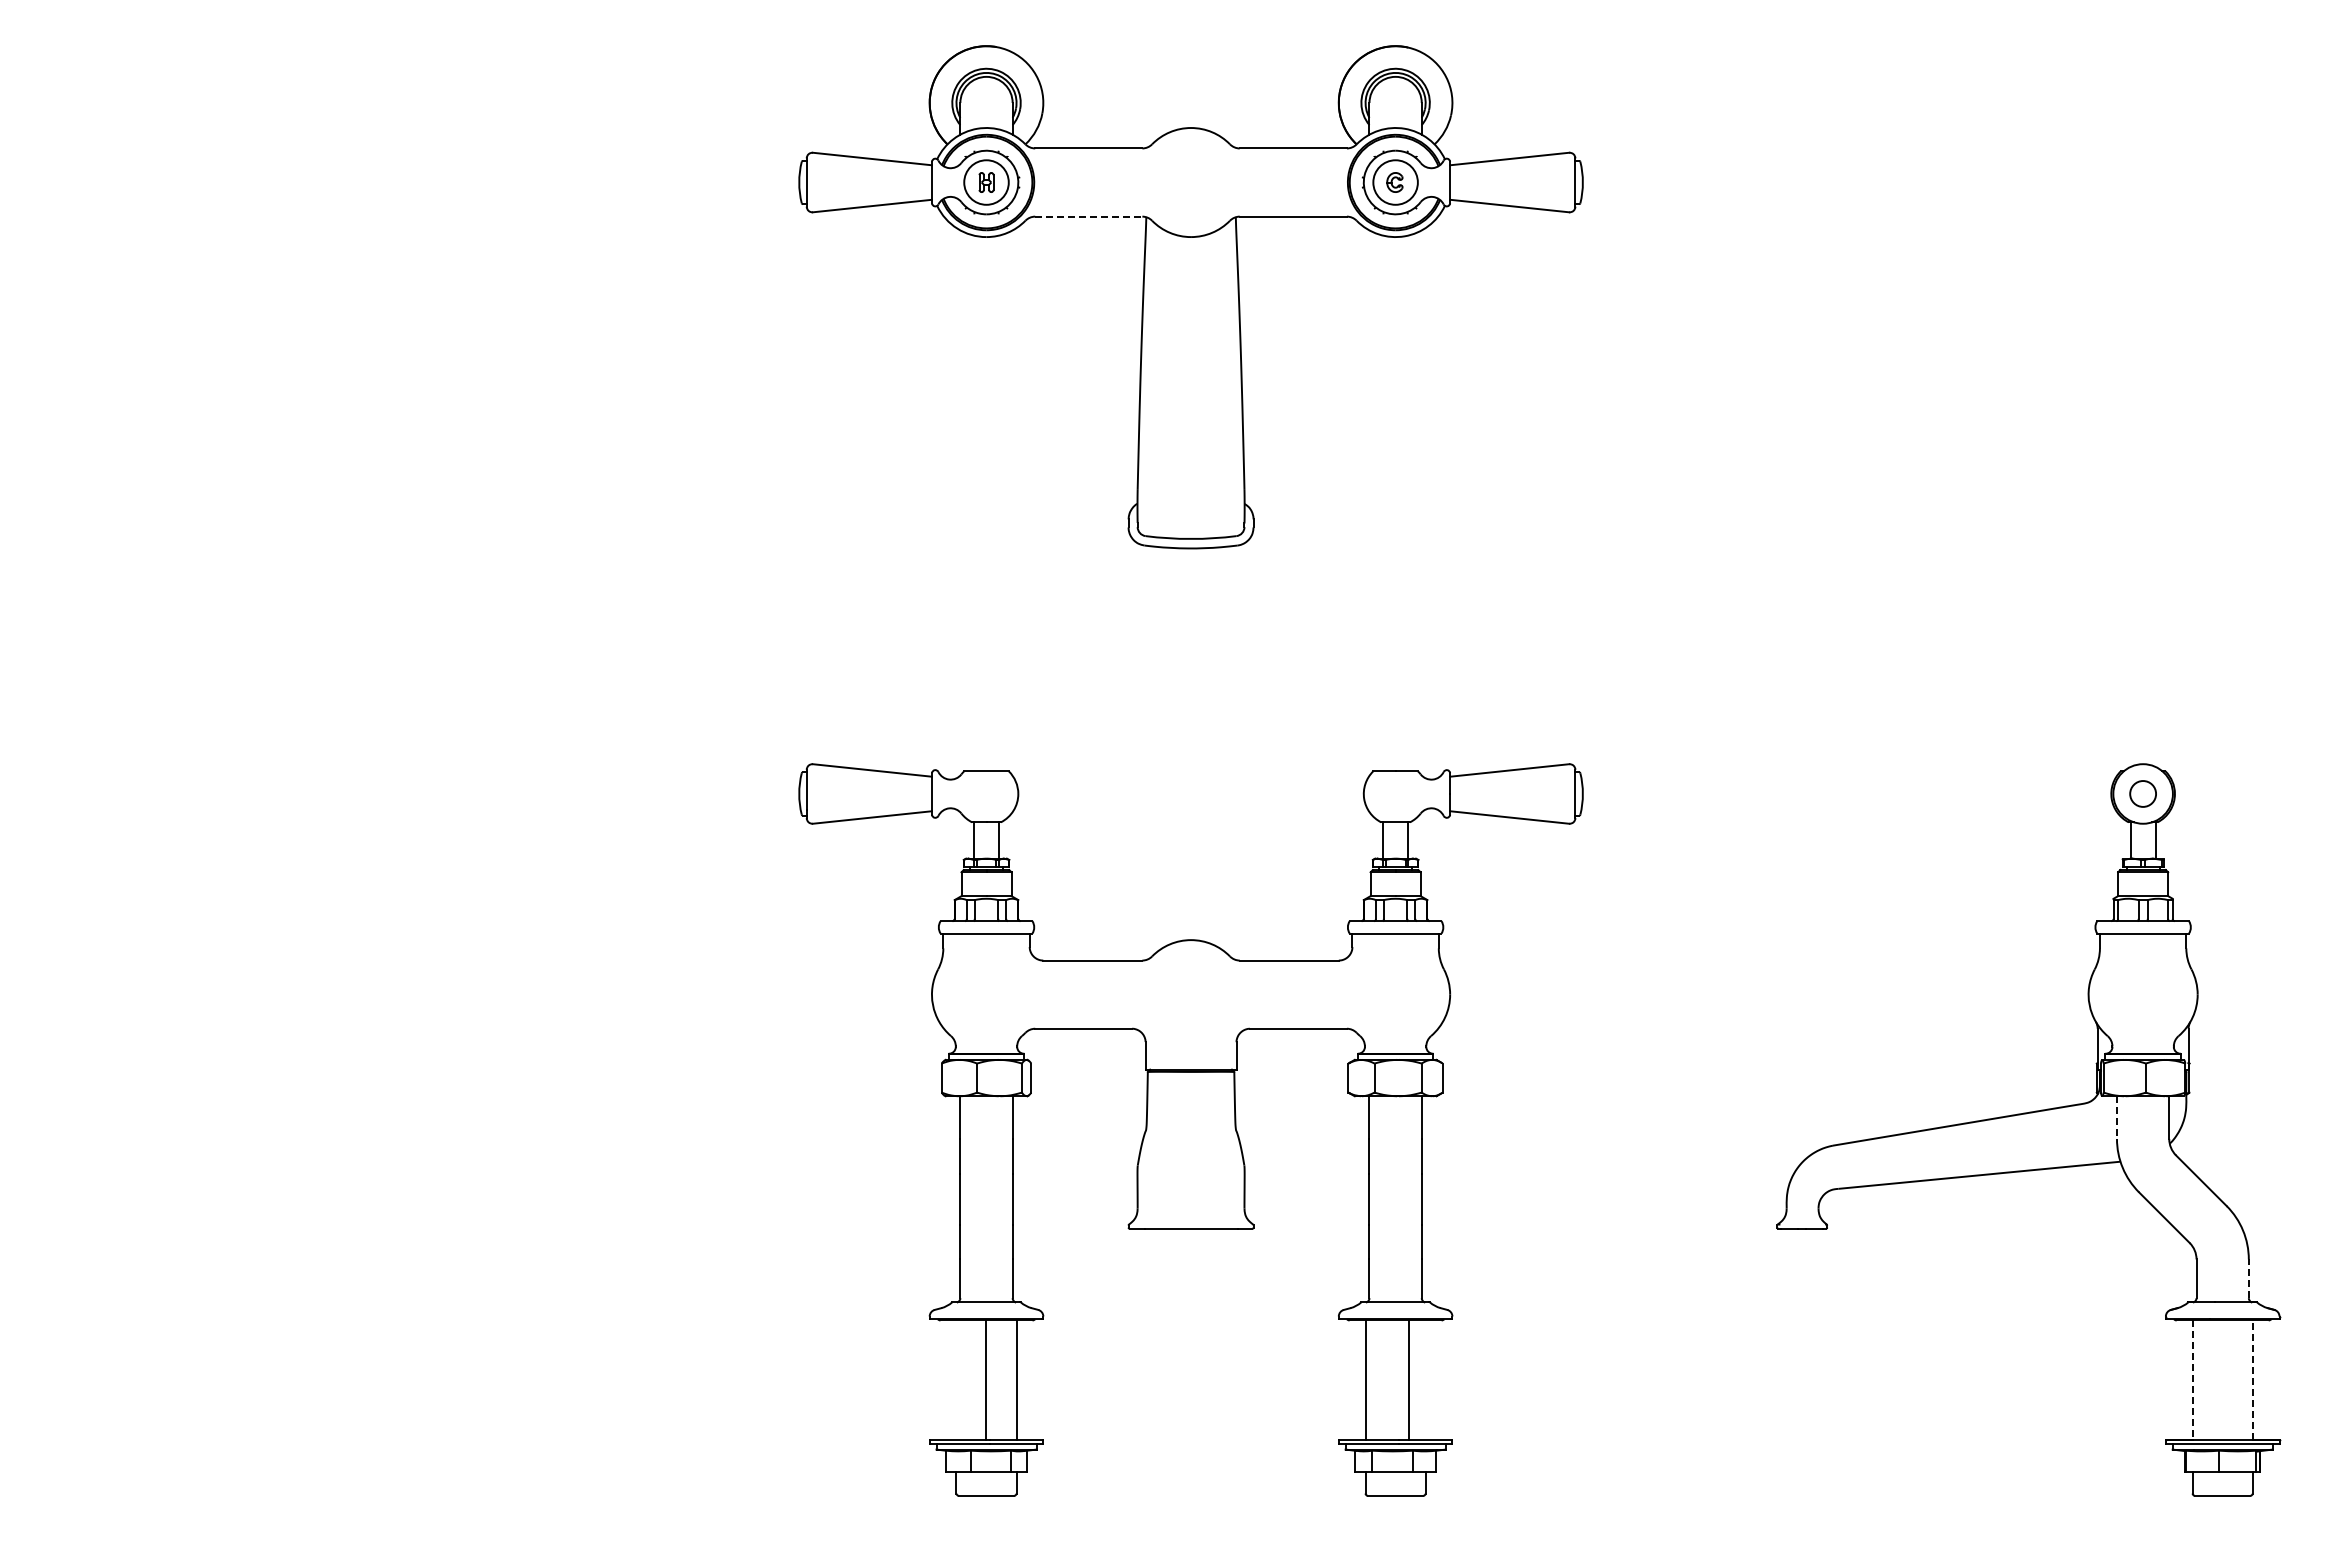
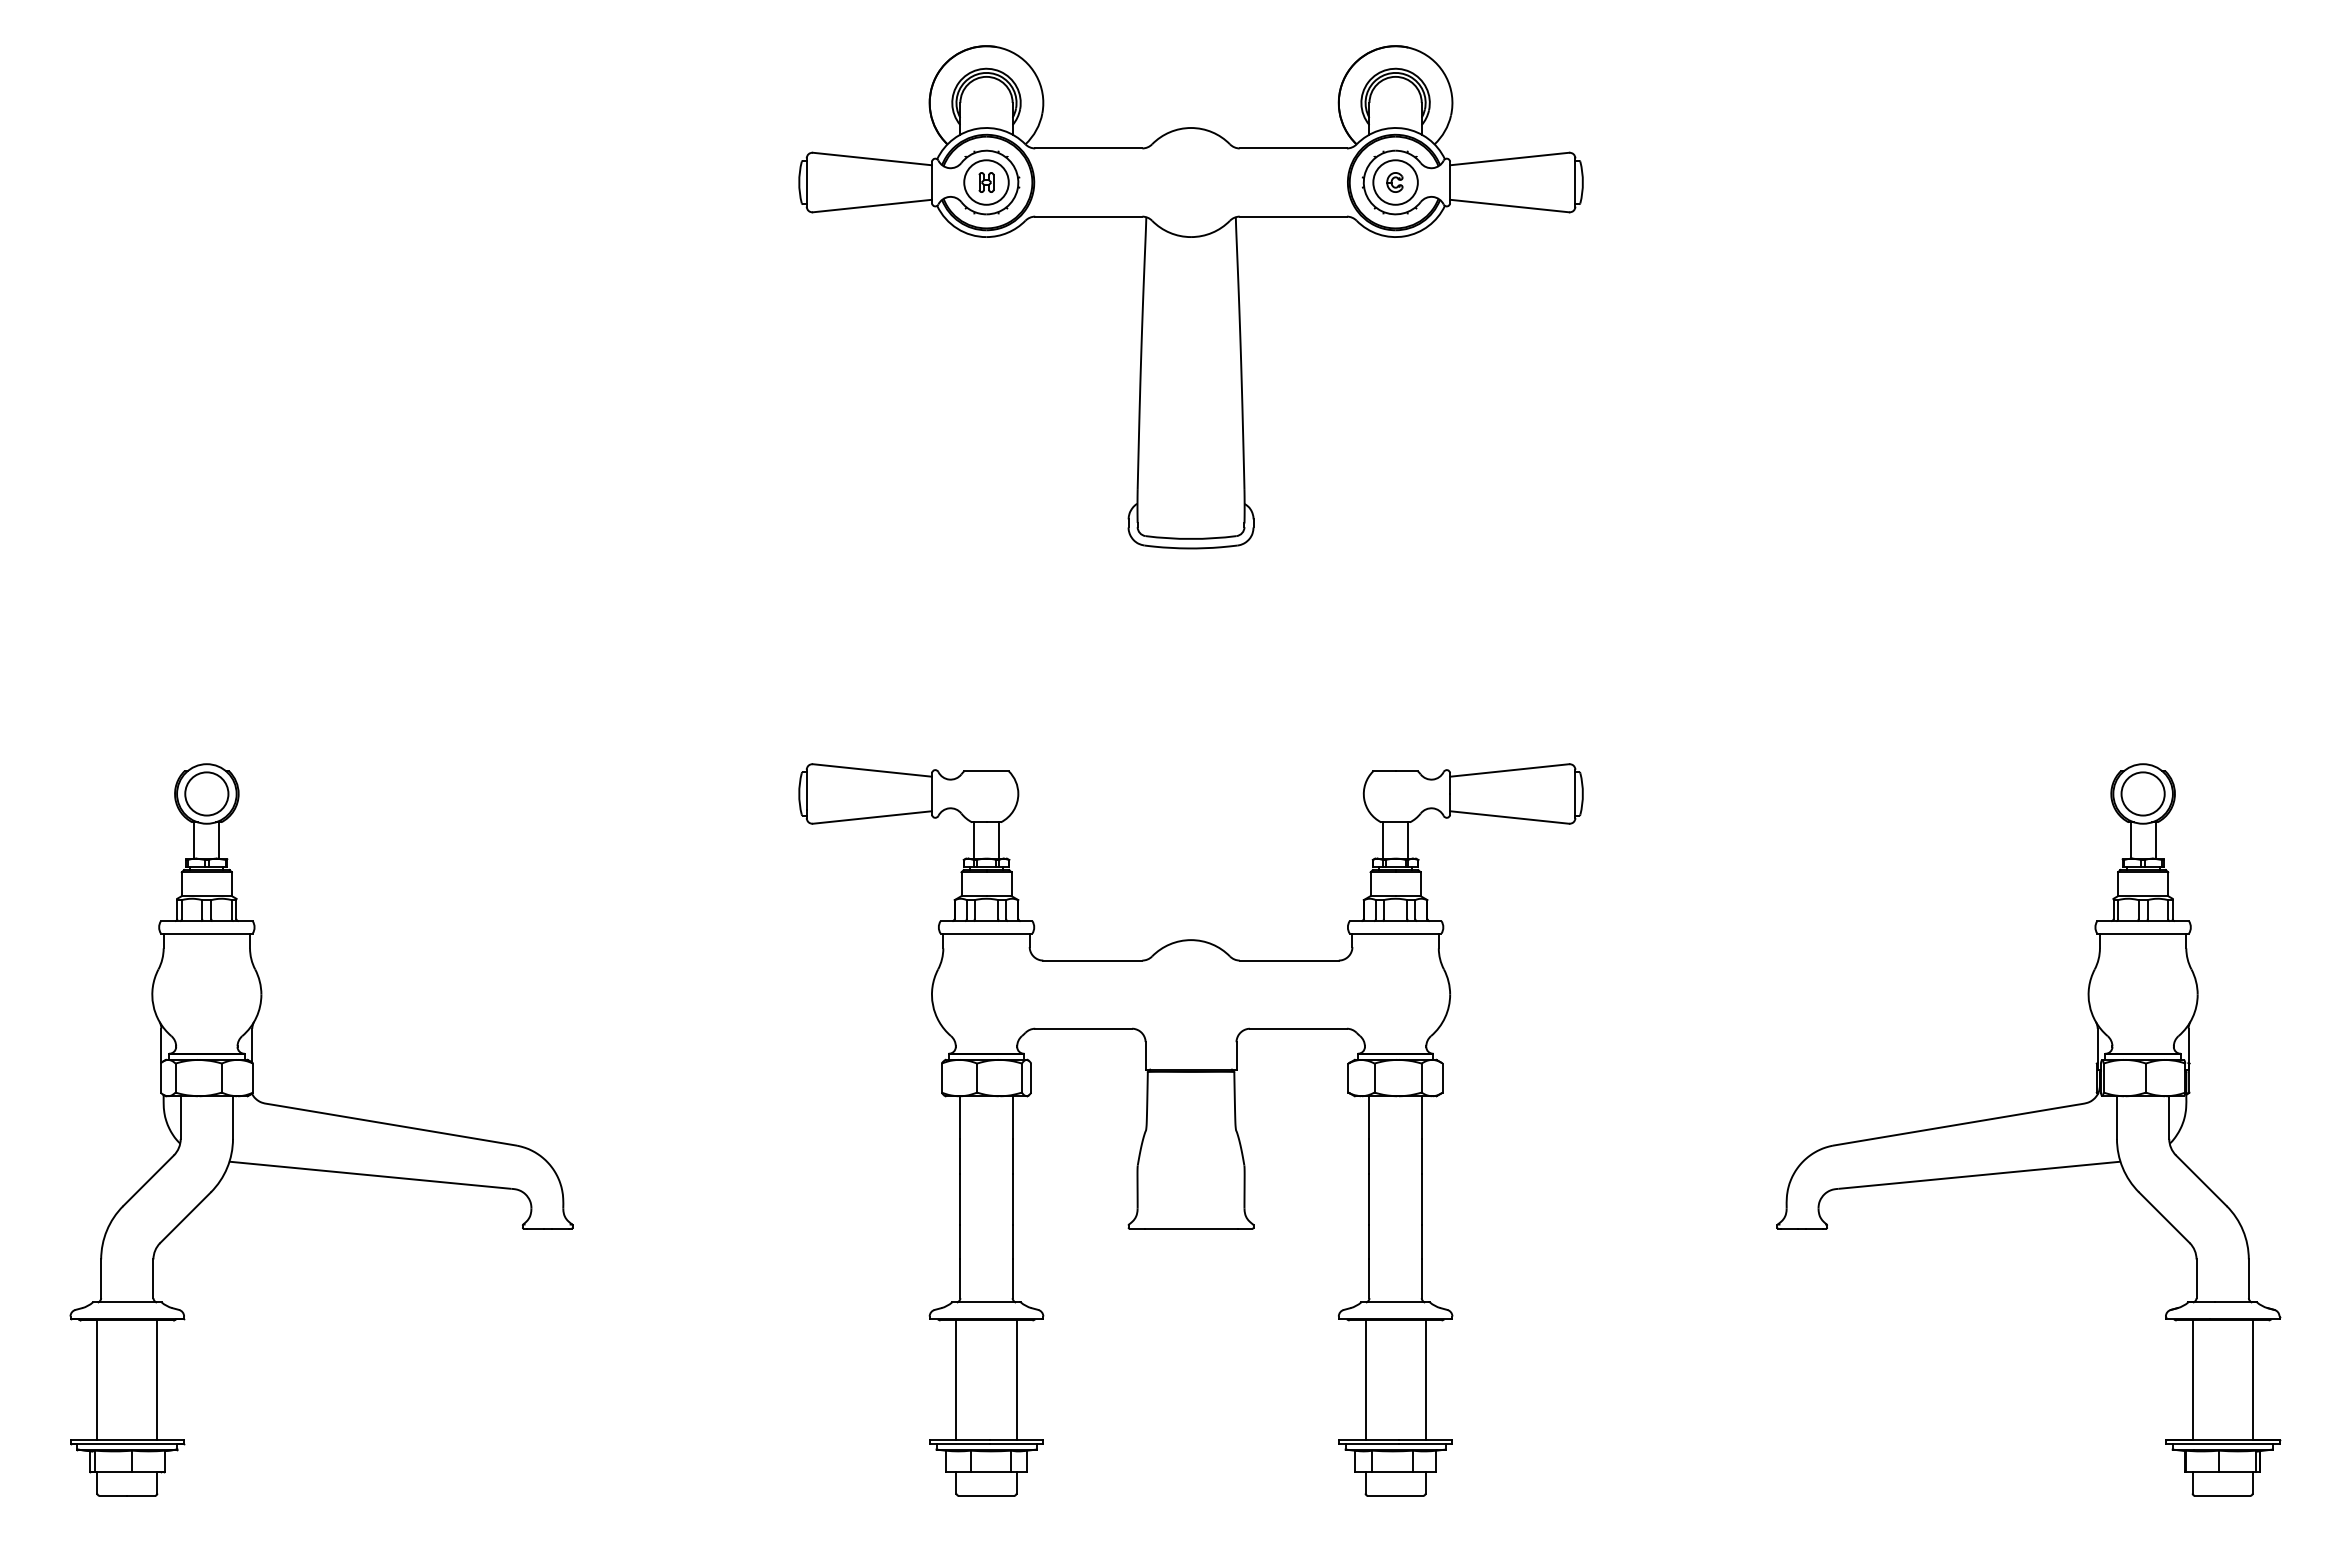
line at (1088, 216): dashed -> solid
circle at (2143, 793) diameter: 26 px -> 43 px
line at (2117, 1118): dashed -> solid
part at (321, 1129): none -> present
line at (2248, 1278): dashed -> solid
line at (986, 1379) position: (986, 1379) -> (956, 1379)
line at (1408, 1379) position: (1408, 1379) -> (1425, 1379)
line at (2192, 1380): dashed -> solid
line at (2252, 1380): dashed -> solid
